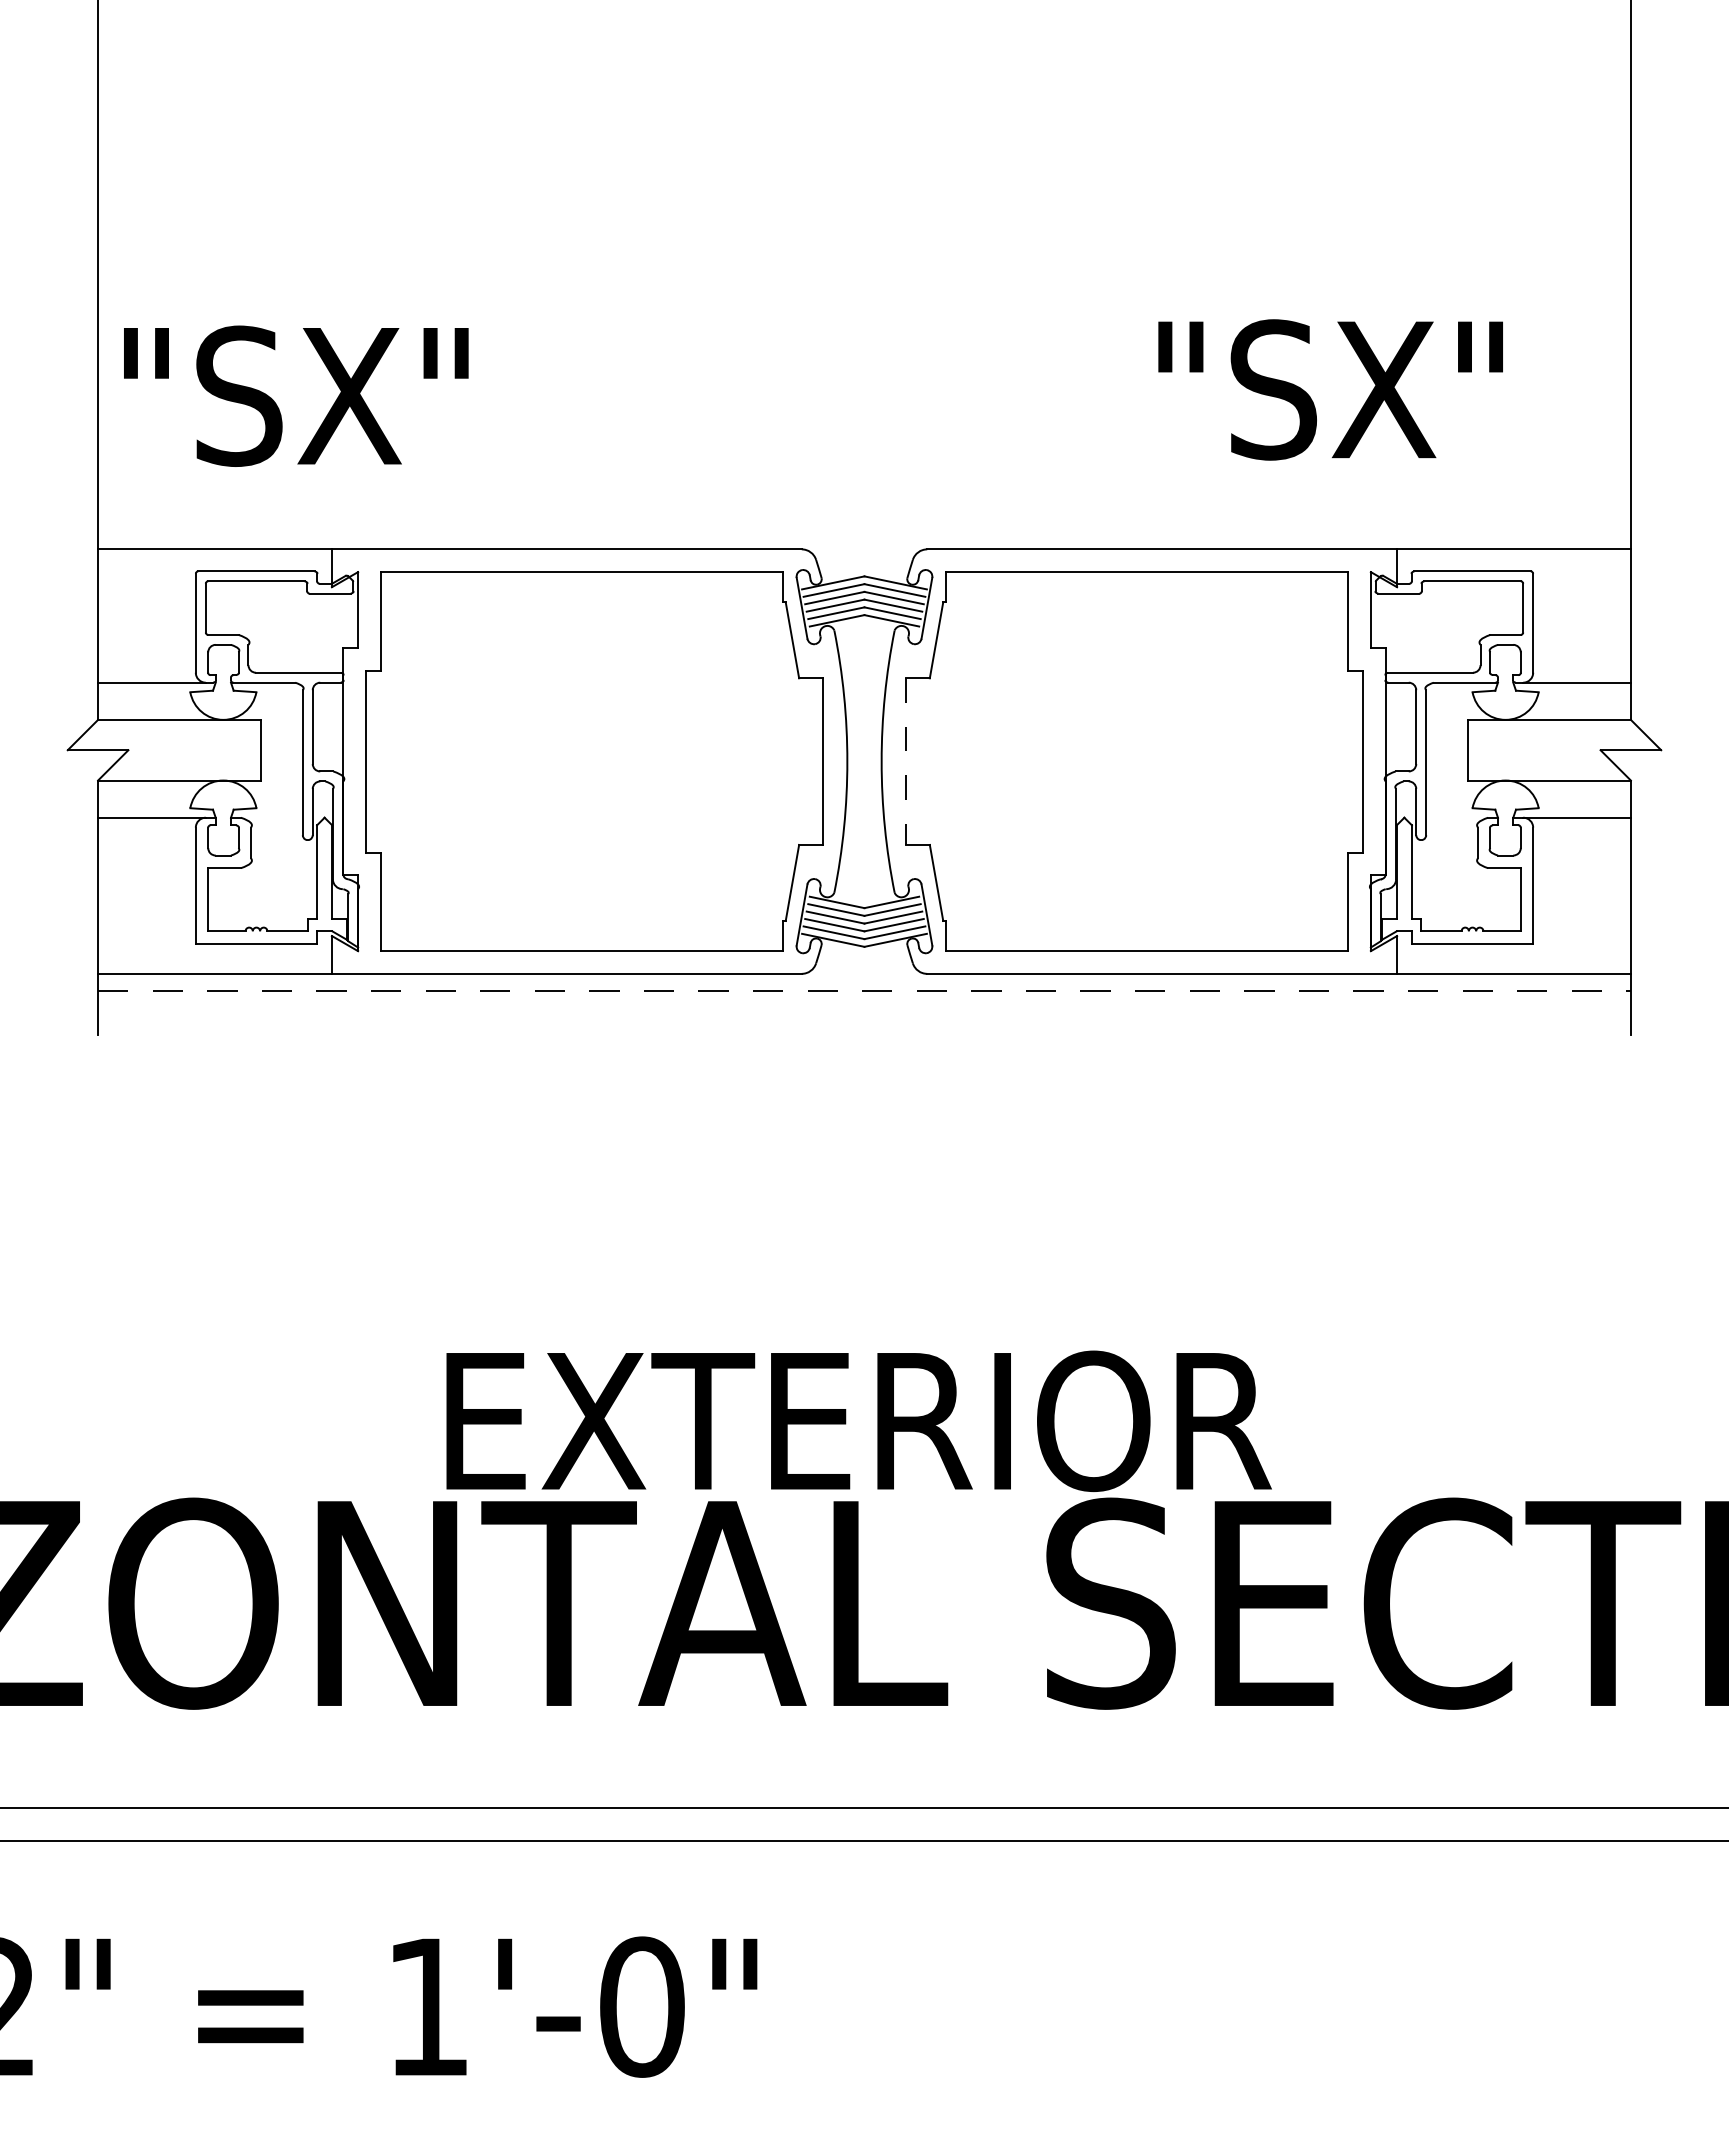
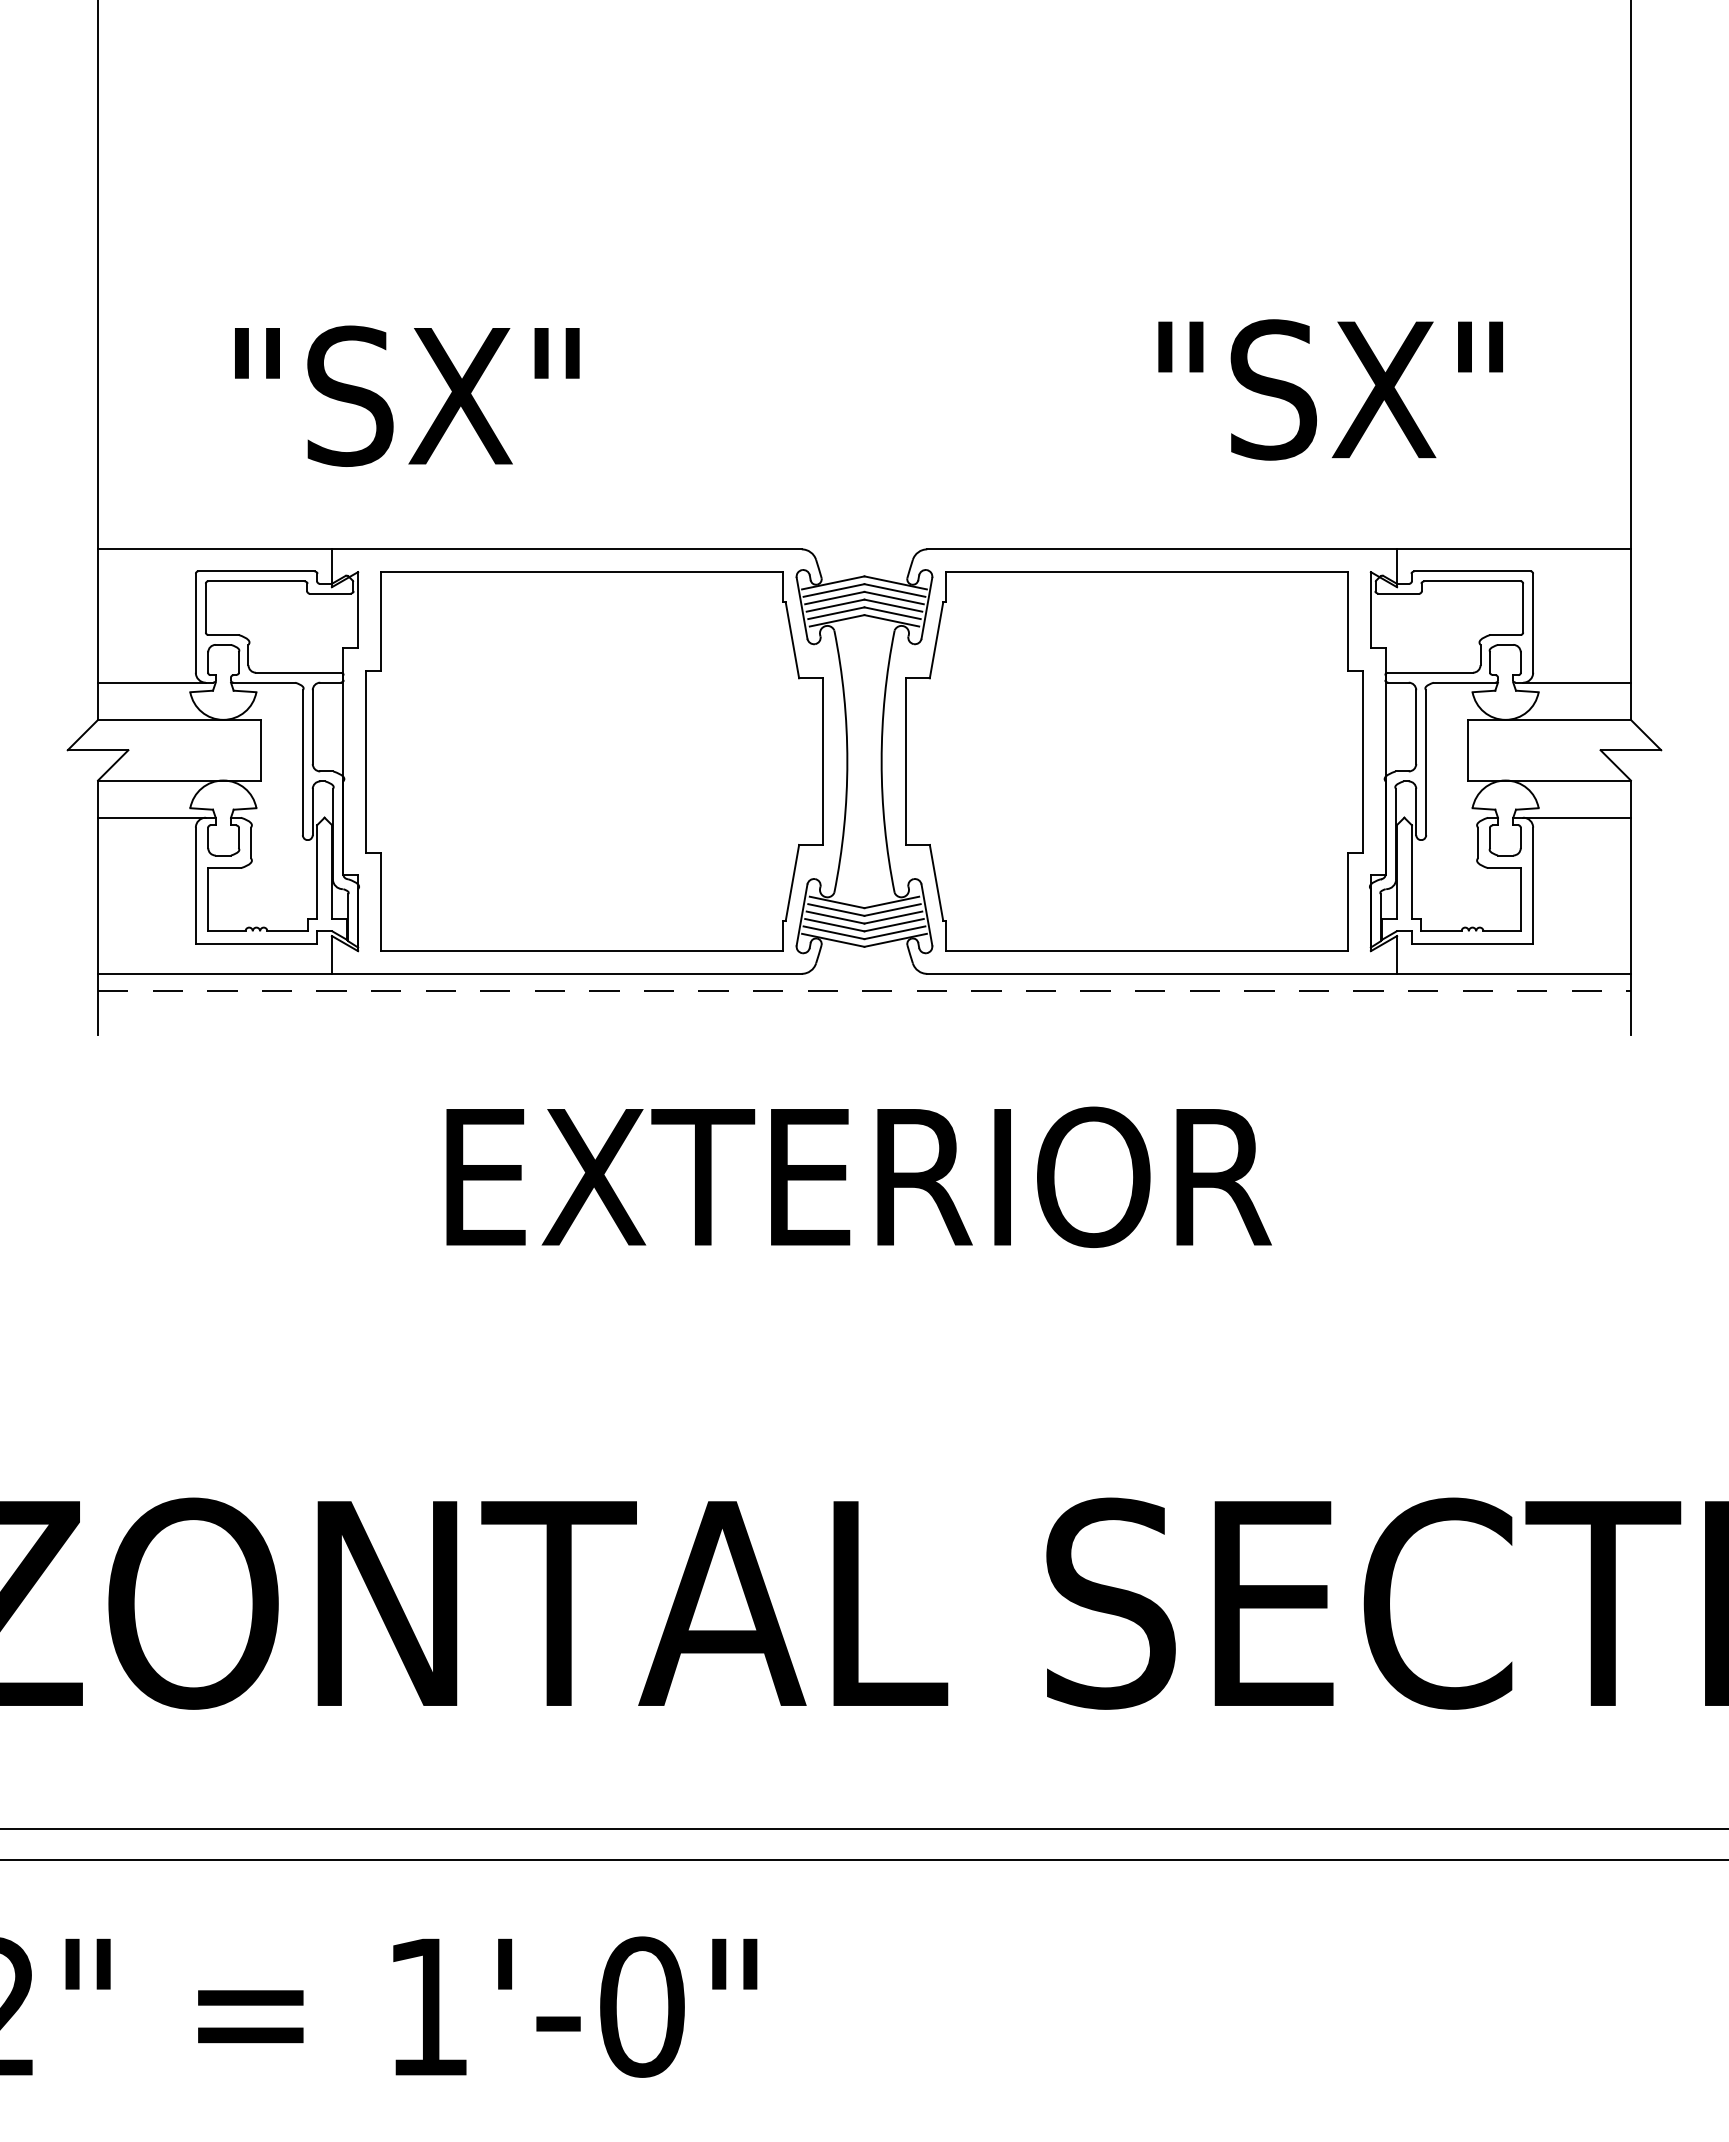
text at (296, 395) position: (296, 395) -> (407, 395)
line at (905, 762): dashed -> solid
text at (858, 1420) position: (858, 1420) -> (858, 1176)
line at (863, 1807) position: (863, 1807) -> (863, 1828)
line at (863, 1841) position: (863, 1841) -> (863, 1860)
